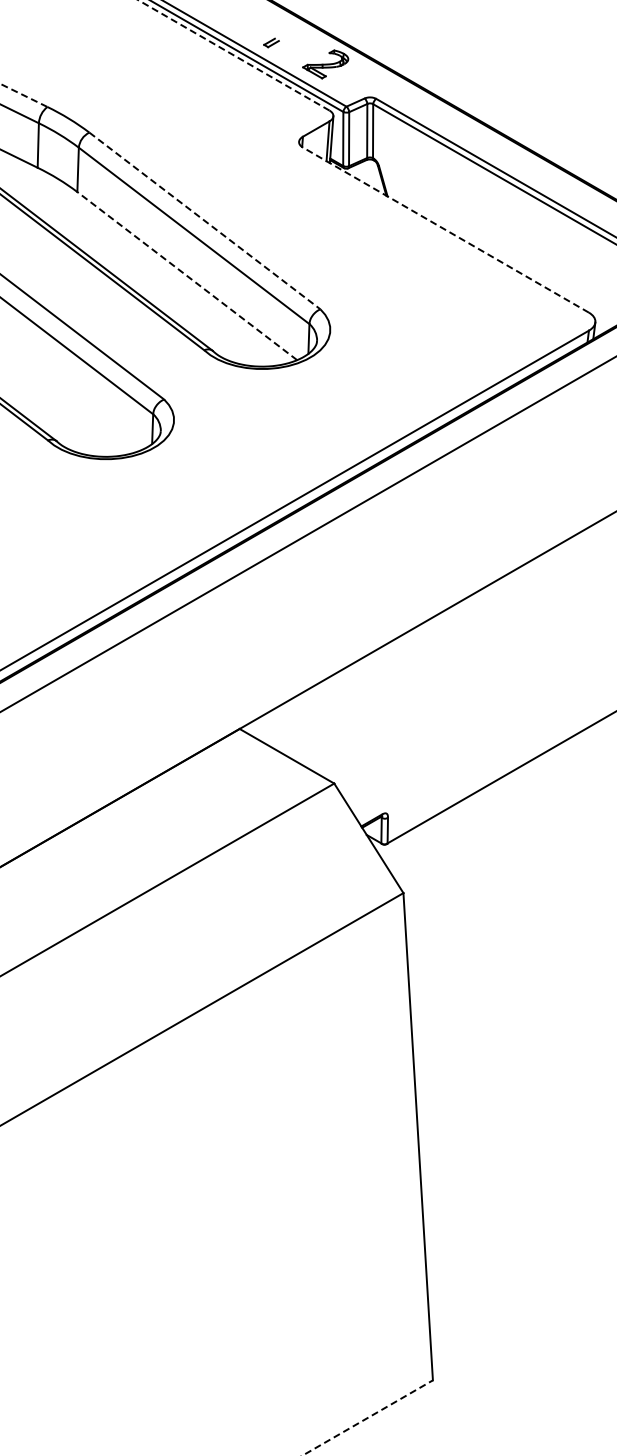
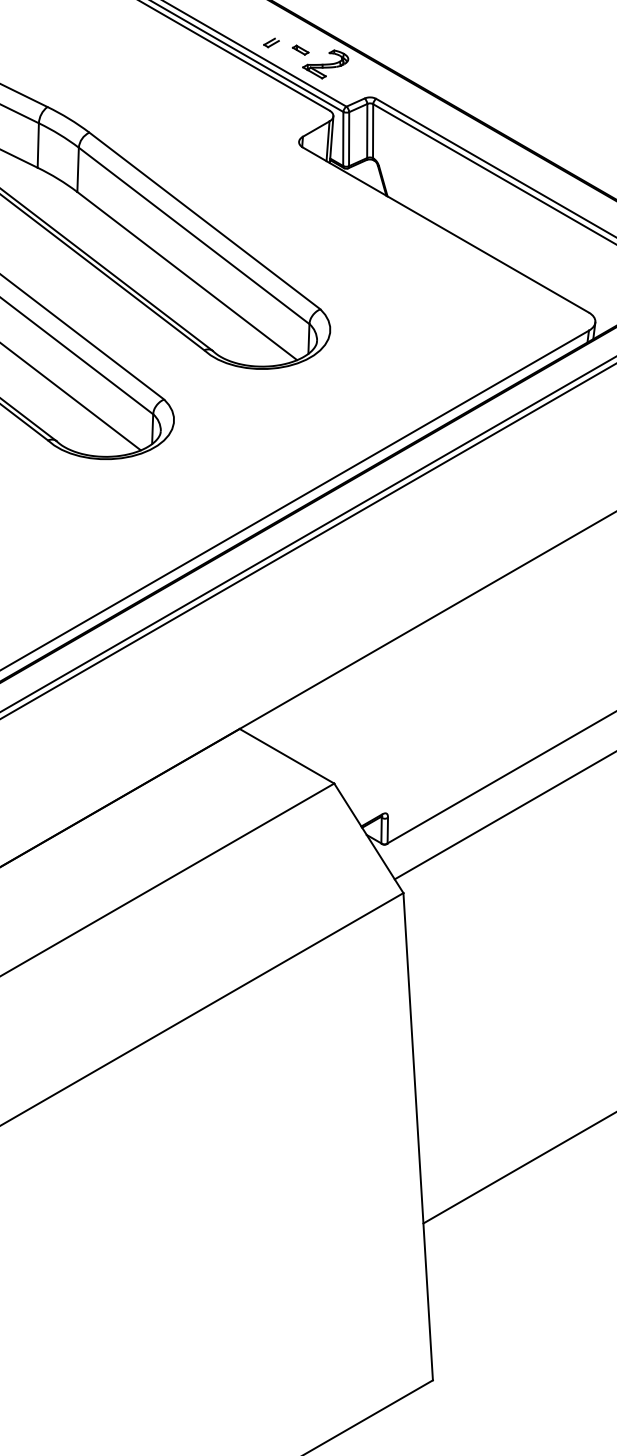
part at (300, 49): none -> present
line at (233, 55): dashed -> solid
line at (24, 95): dashed -> solid
line at (205, 221): dashed -> solid
line at (445, 229): dashed -> solid
line at (186, 275): dashed -> solid
line at (71, 397): none -> present
line at (307, 541): none -> present
line at (503, 816): none -> present
line at (518, 1168): none -> present
line at (368, 1417): dashed -> solid
